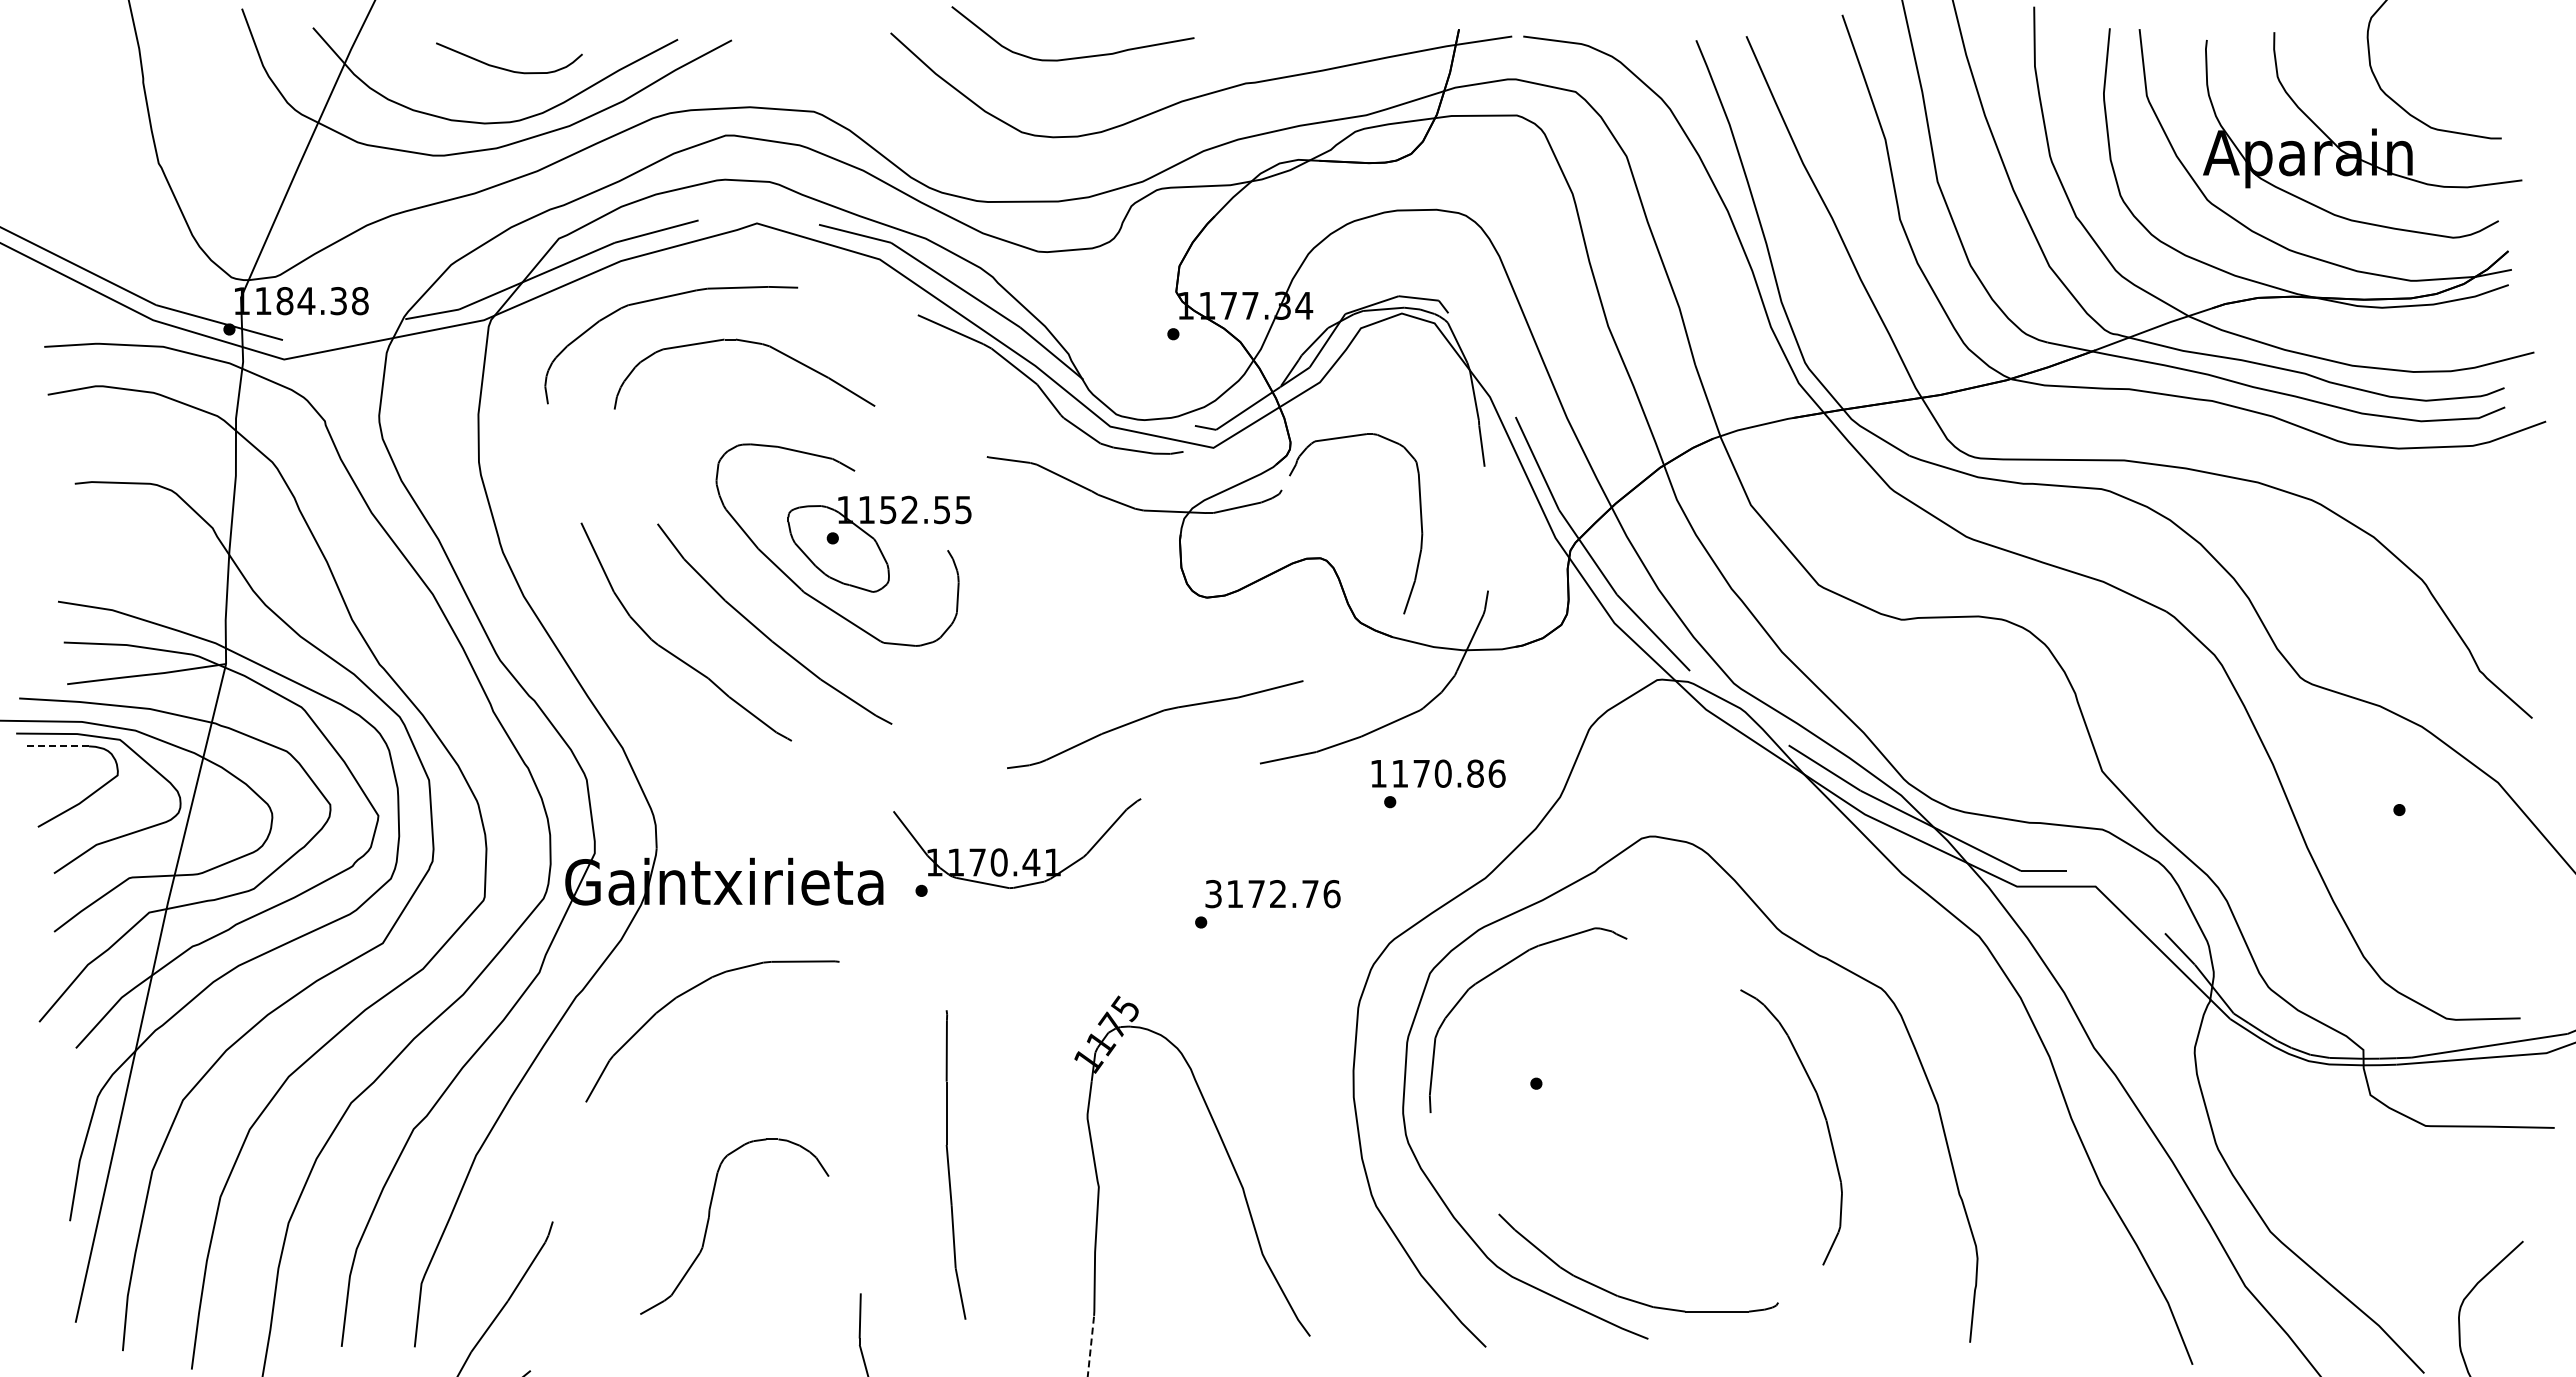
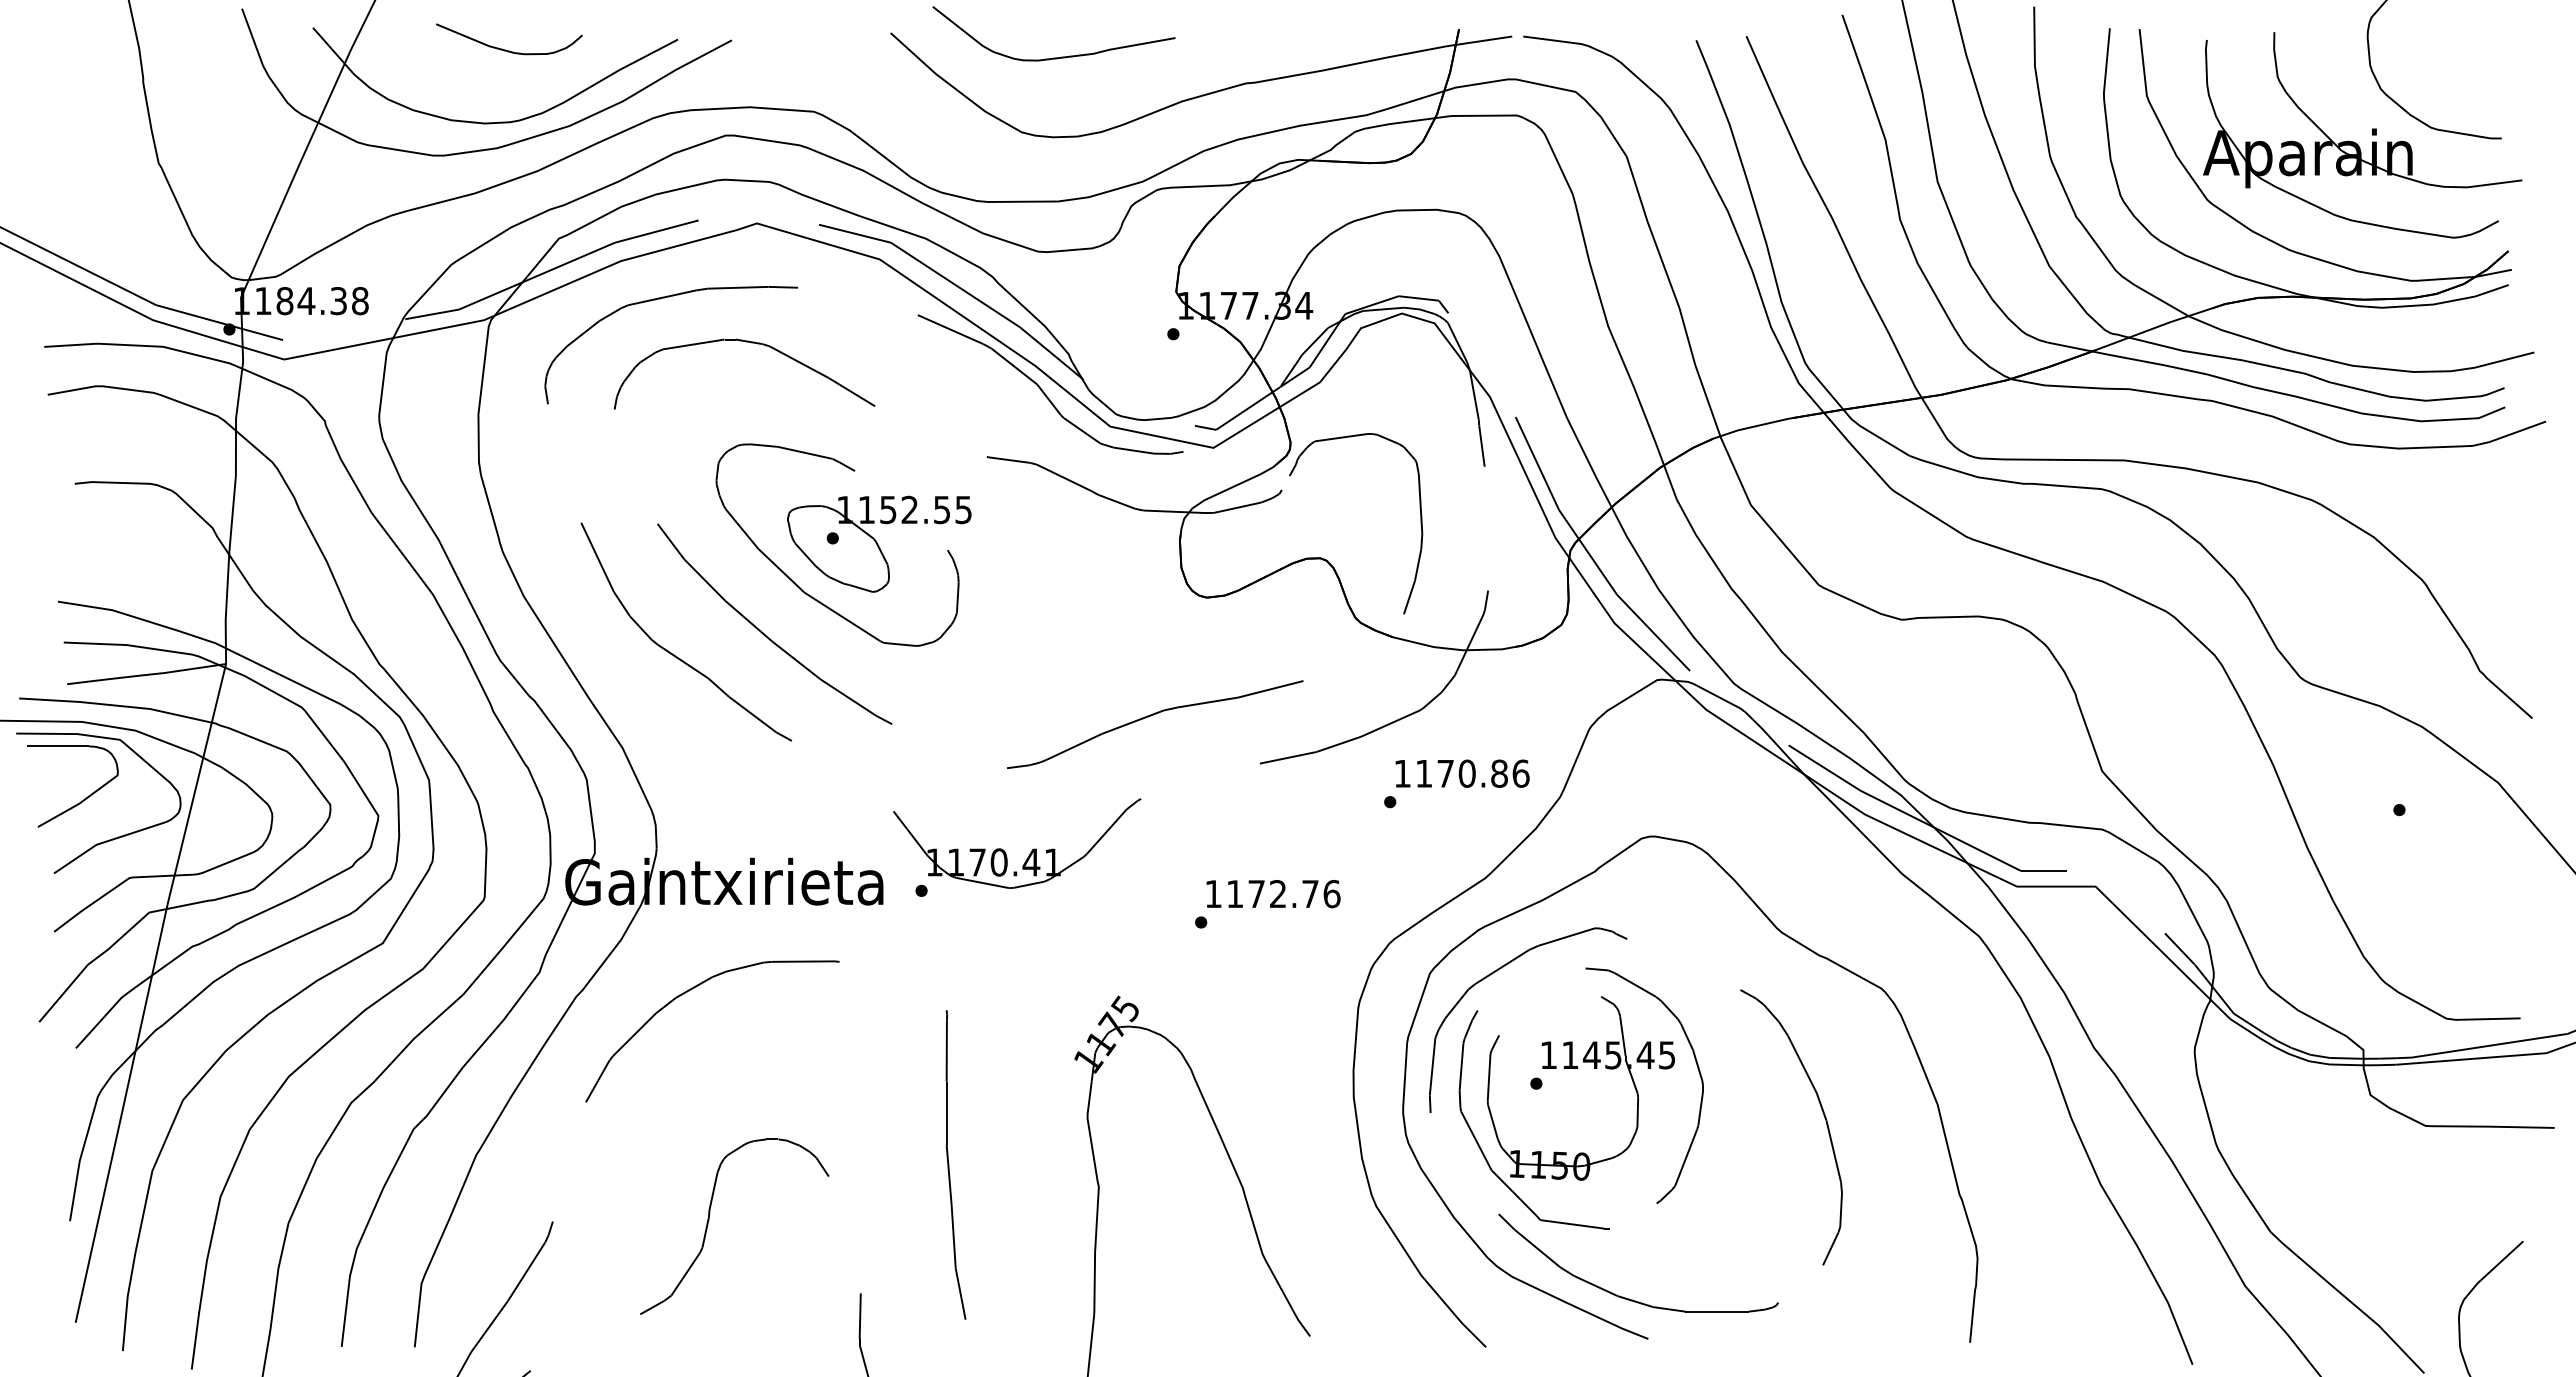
curve at (1072, 57) position: (1072, 57) -> (1053, 57)
curve at (505, 68) position: (505, 68) -> (505, 49)
line at (58, 746): dashed -> solid
text at (1438, 773) position: (1438, 773) -> (1462, 773)
text at (1213, 894): 3172.76 -> 1172.76
part at (1577, 1068): none -> present
line at (1091, 1345): dashed -> solid
